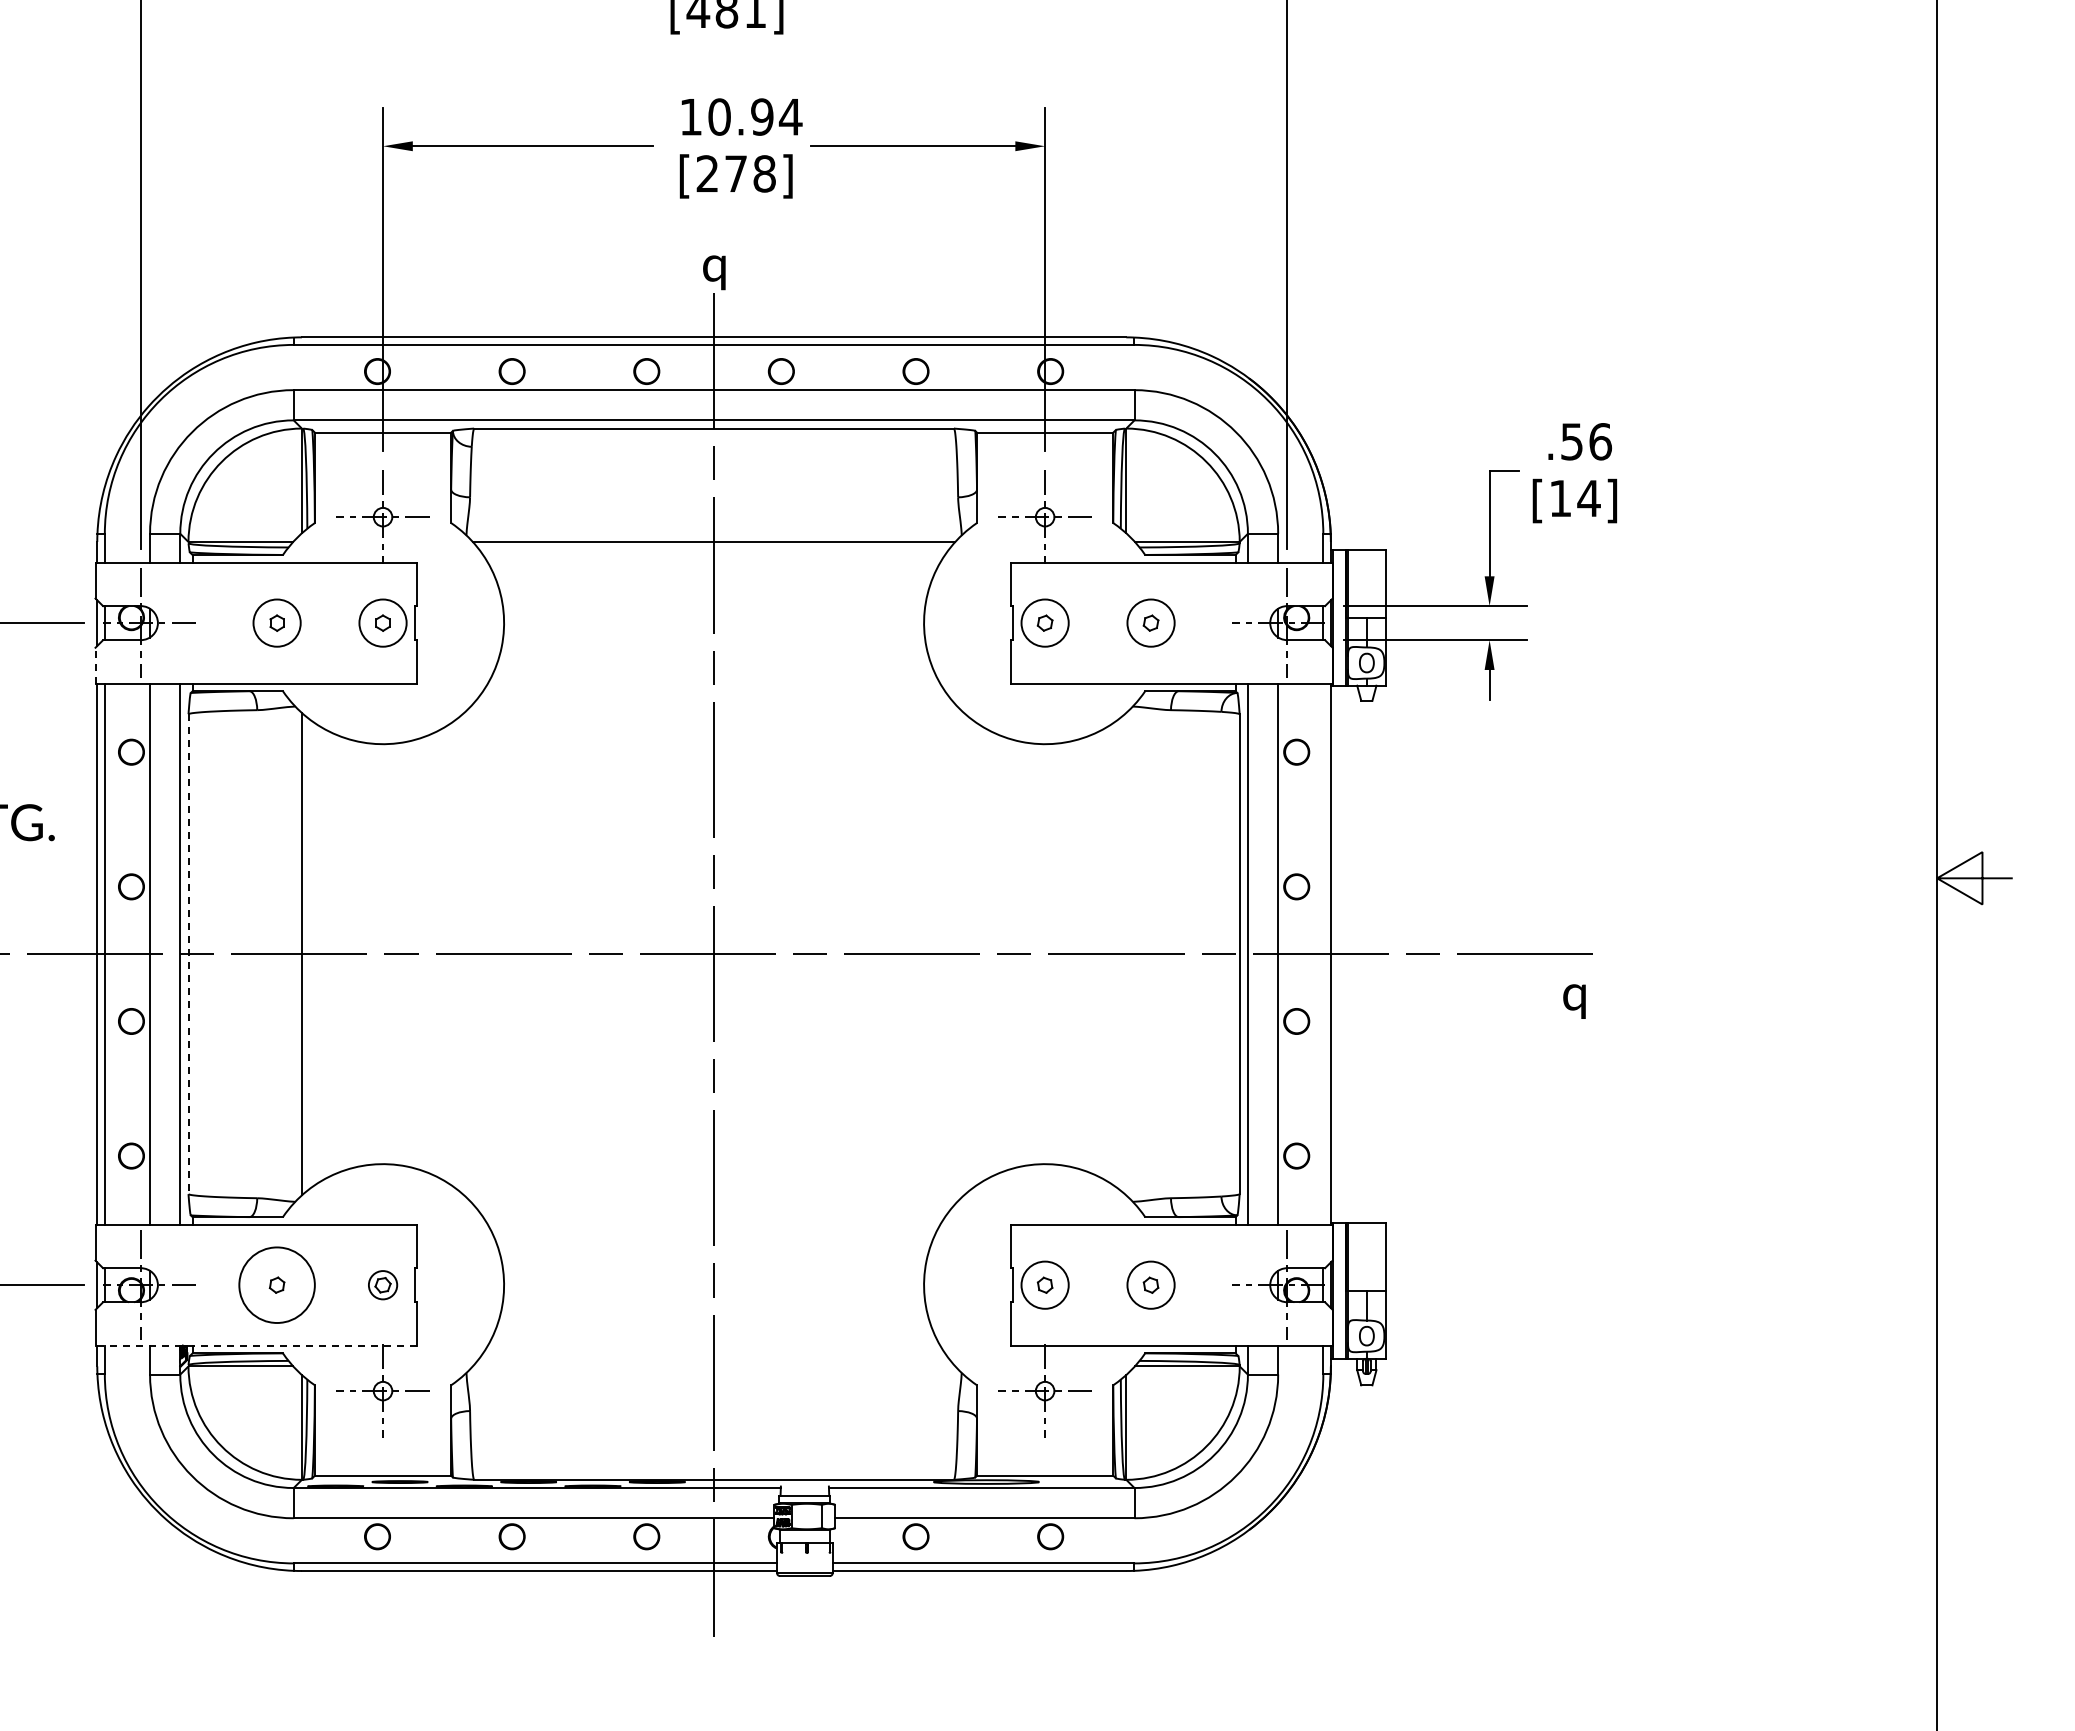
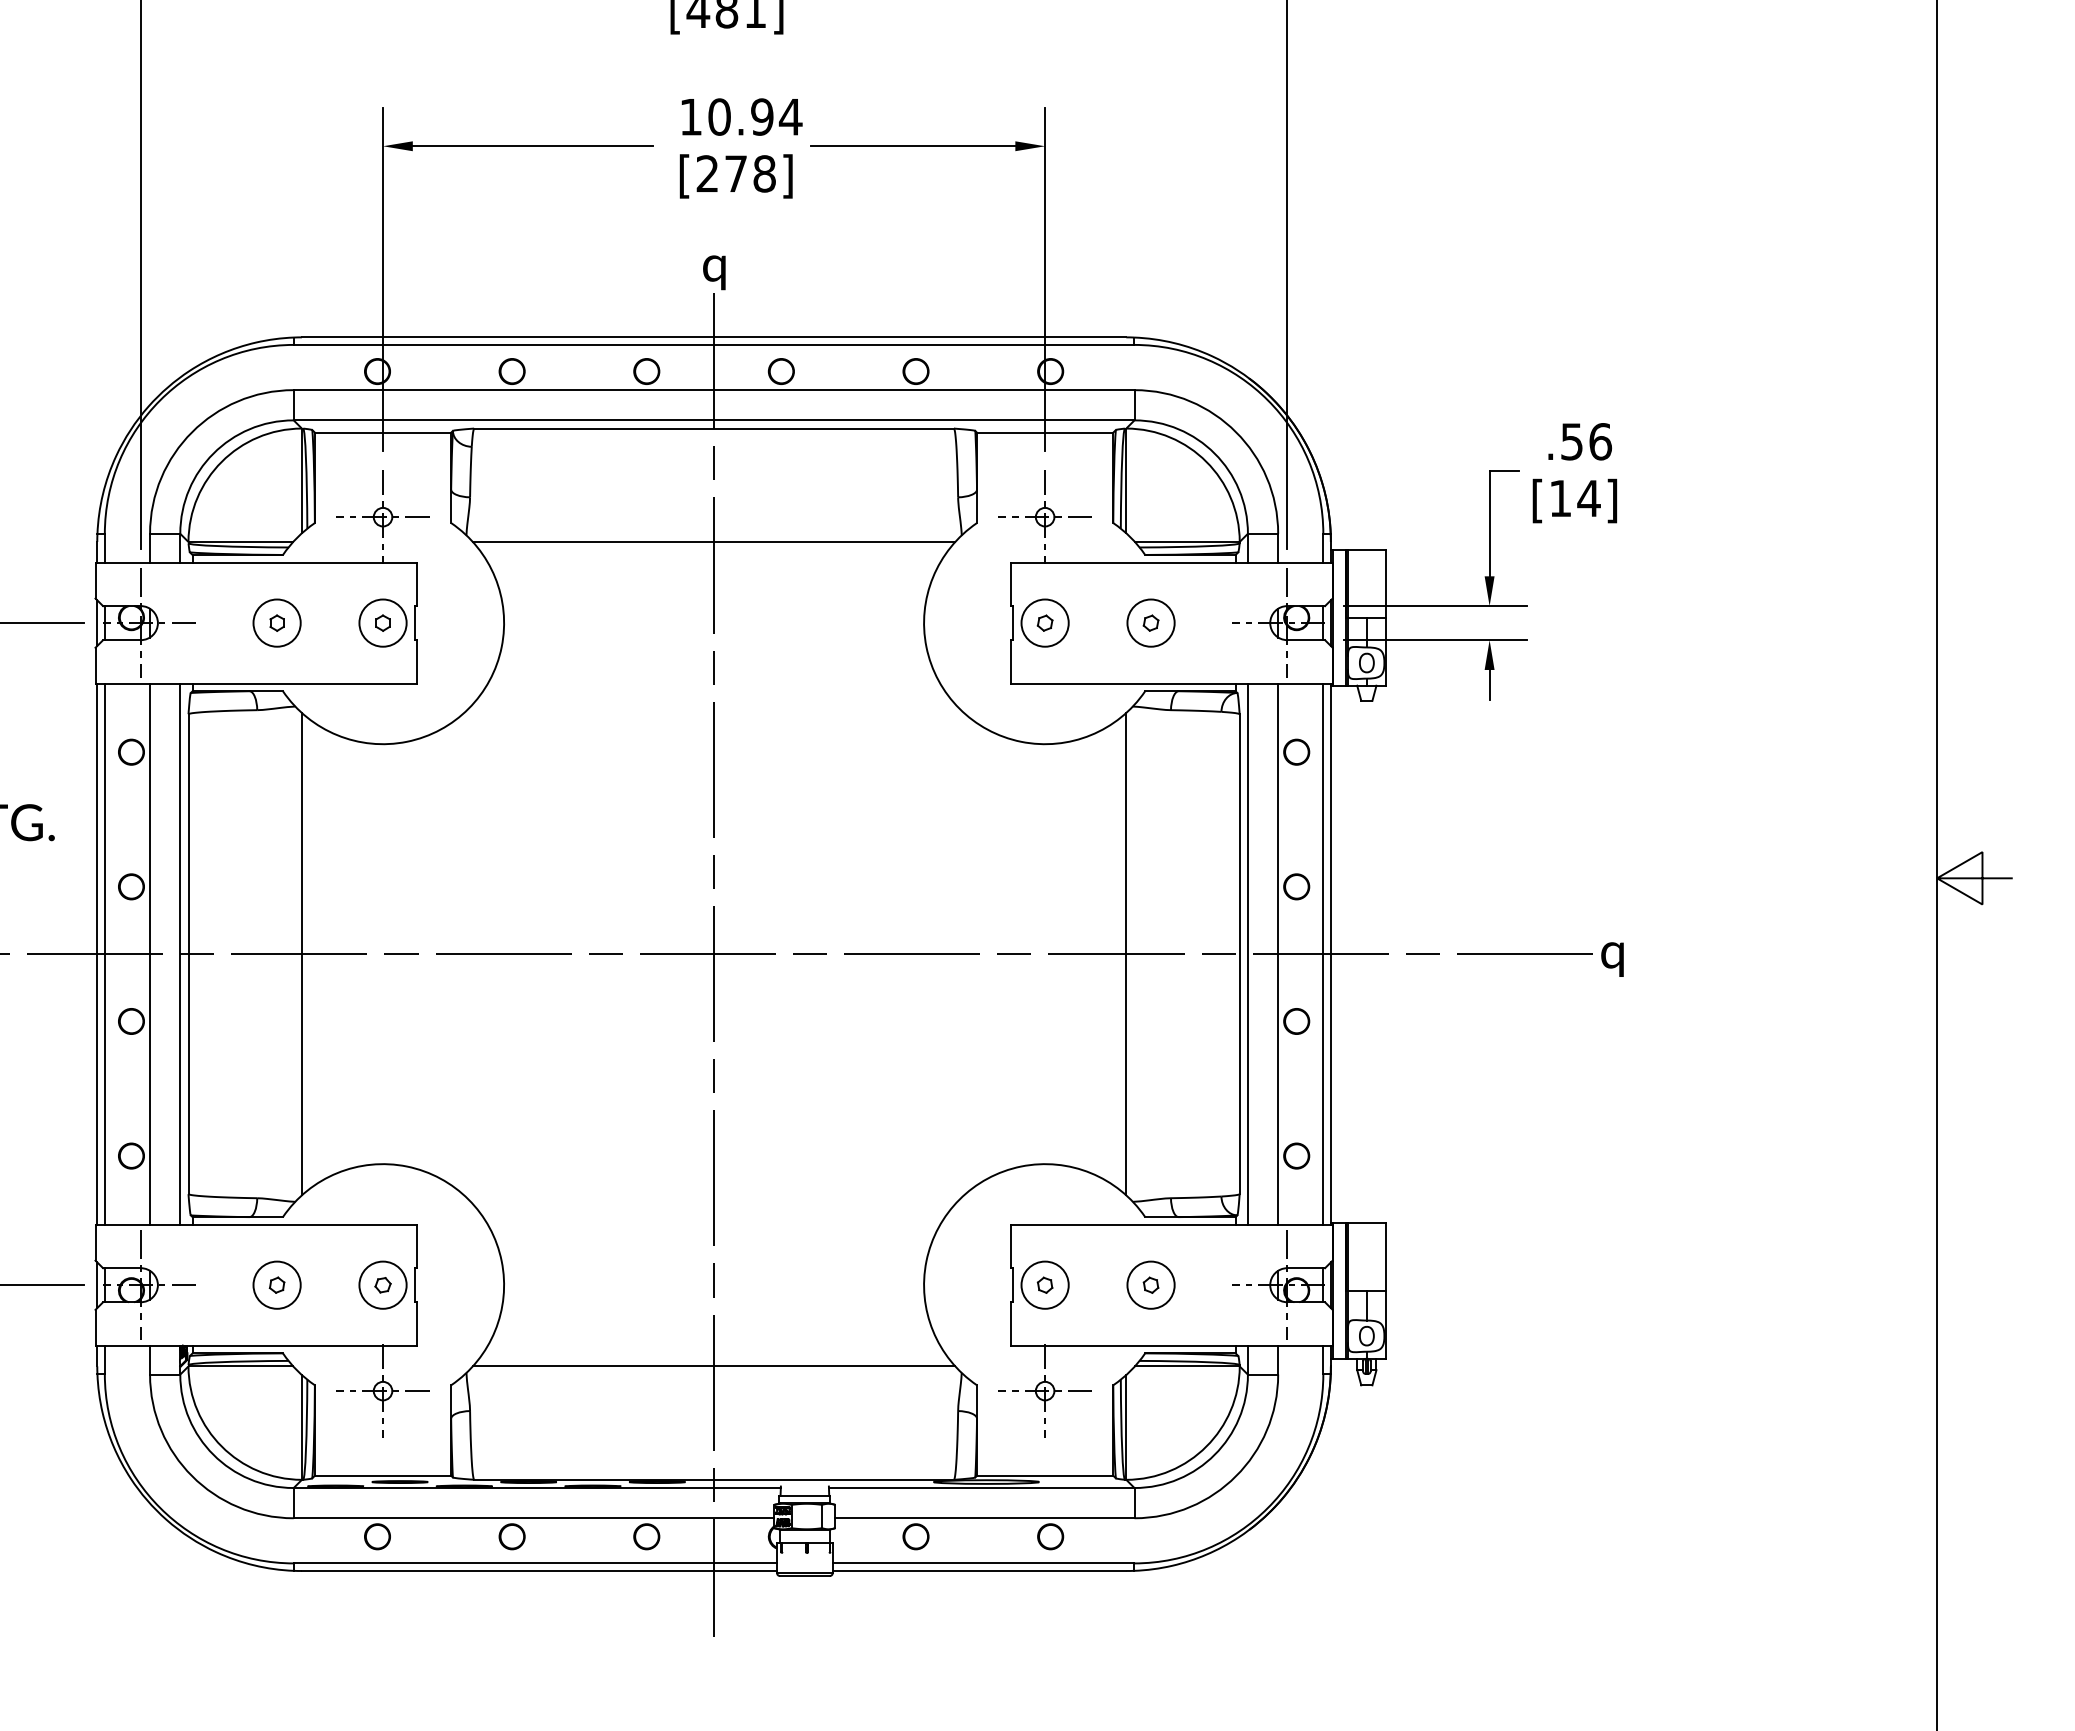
line at (95, 665): dashed -> solid
line at (1323, 953): none -> present
line at (188, 954): dashed -> solid
line at (1126, 954): none -> present
text at (1574, 1001) position: (1574, 1001) -> (1612, 959)
circle at (276, 1284) diameter: 76 px -> 47 px
circle at (382, 1285) diameter: 28 px -> 47 px
line at (256, 1345): dashed -> solid
line at (713, 1366): none -> present
